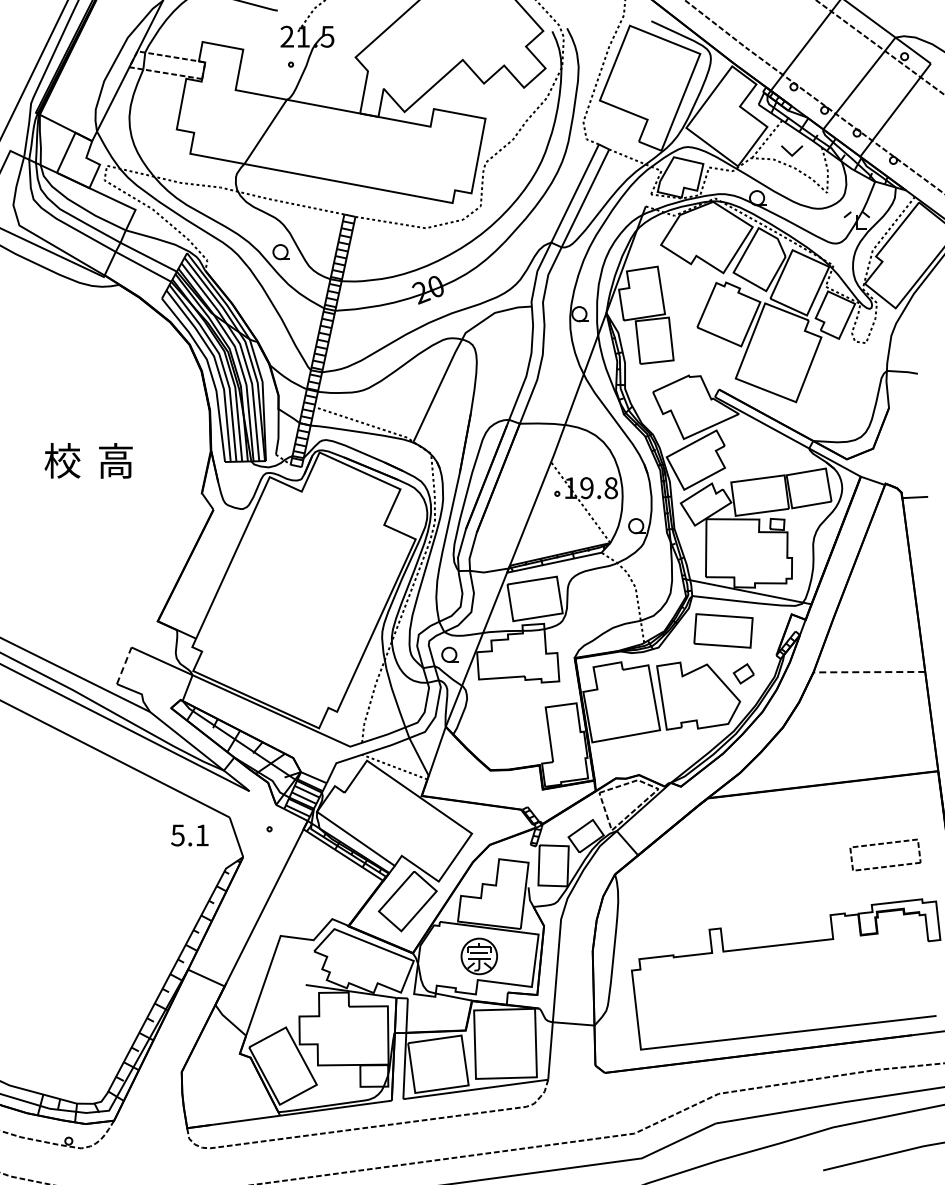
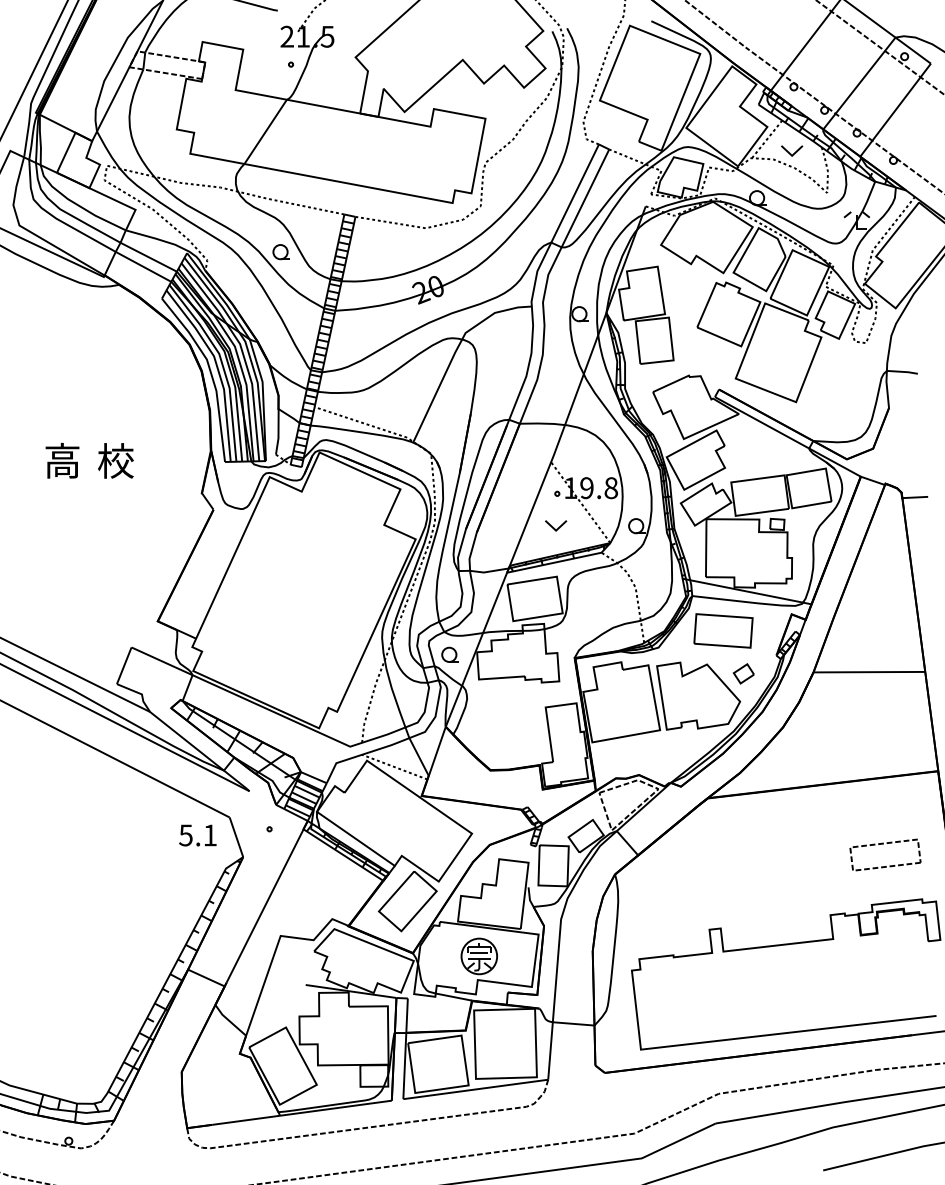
text at (62, 460): 校 -> 高
text at (115, 460): 高 -> 校
part at (556, 525): none -> present
line at (124, 665): dashed -> solid
line at (869, 672): dashed -> solid
text at (189, 835) position: (189, 835) -> (197, 835)
